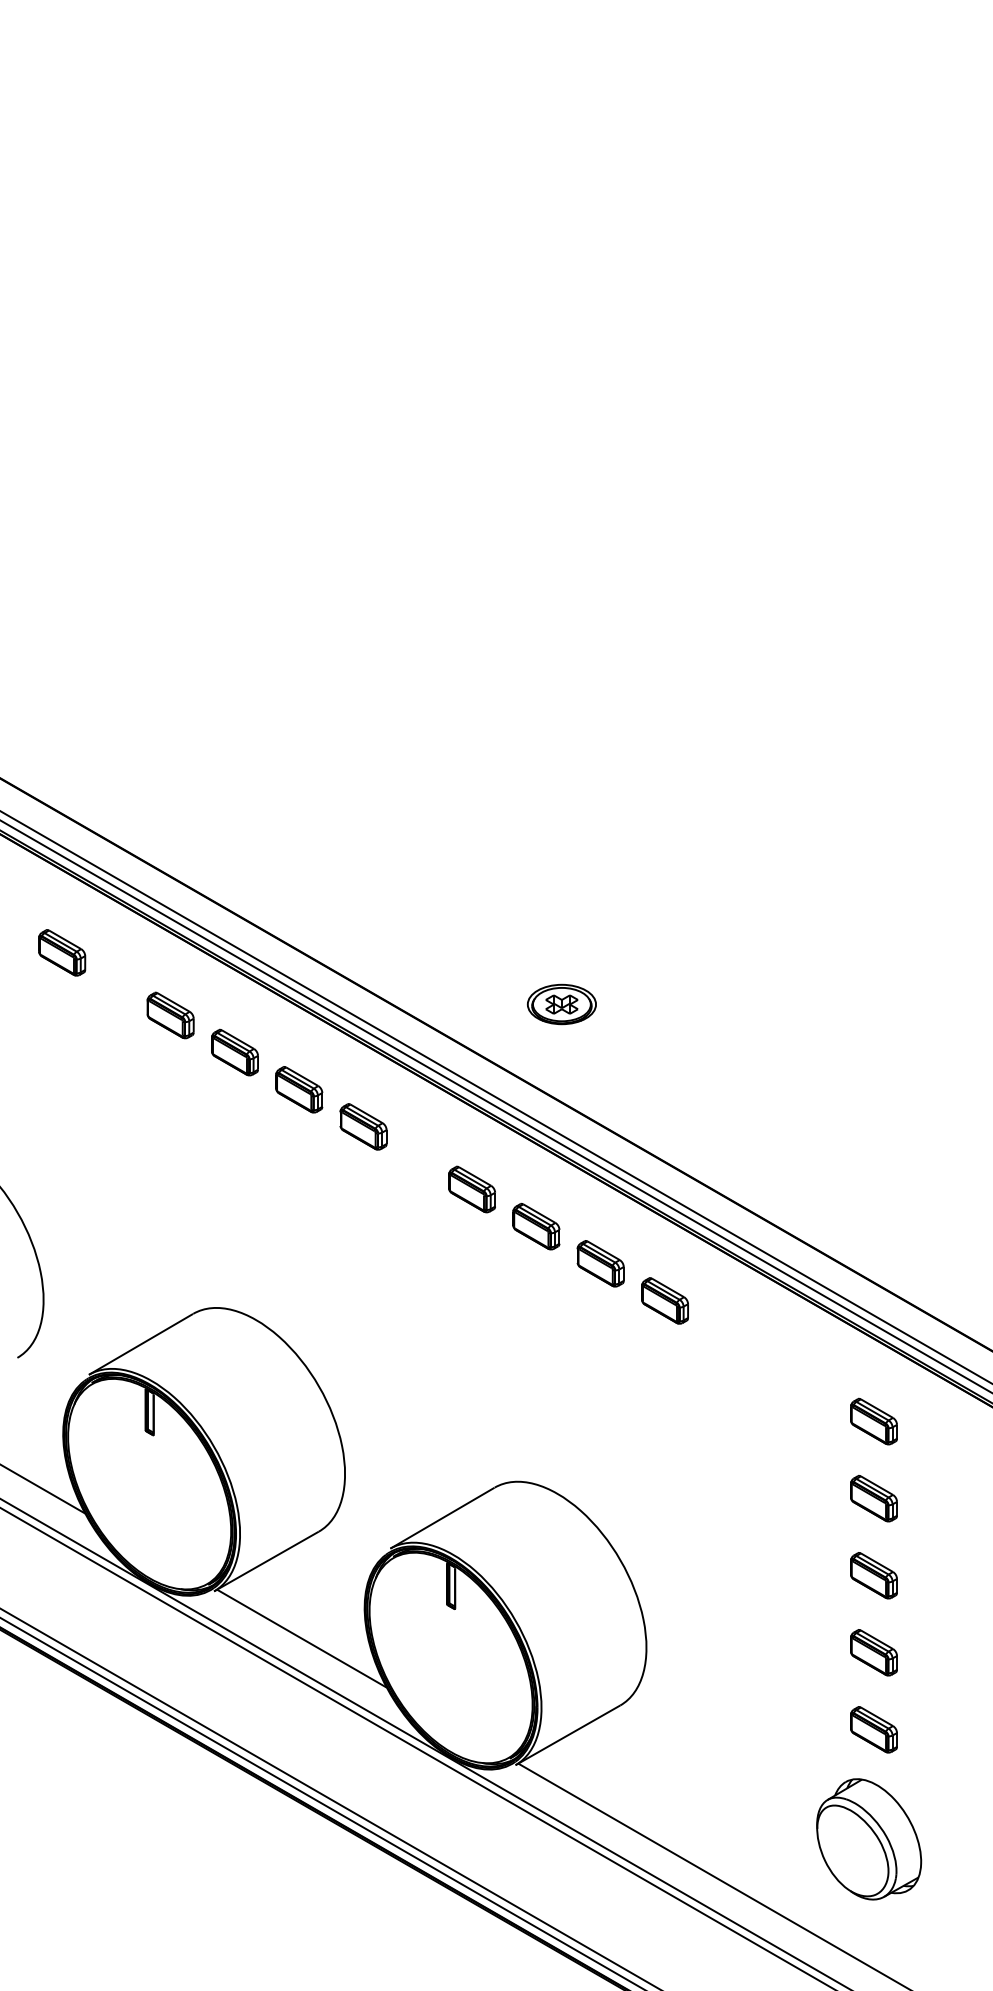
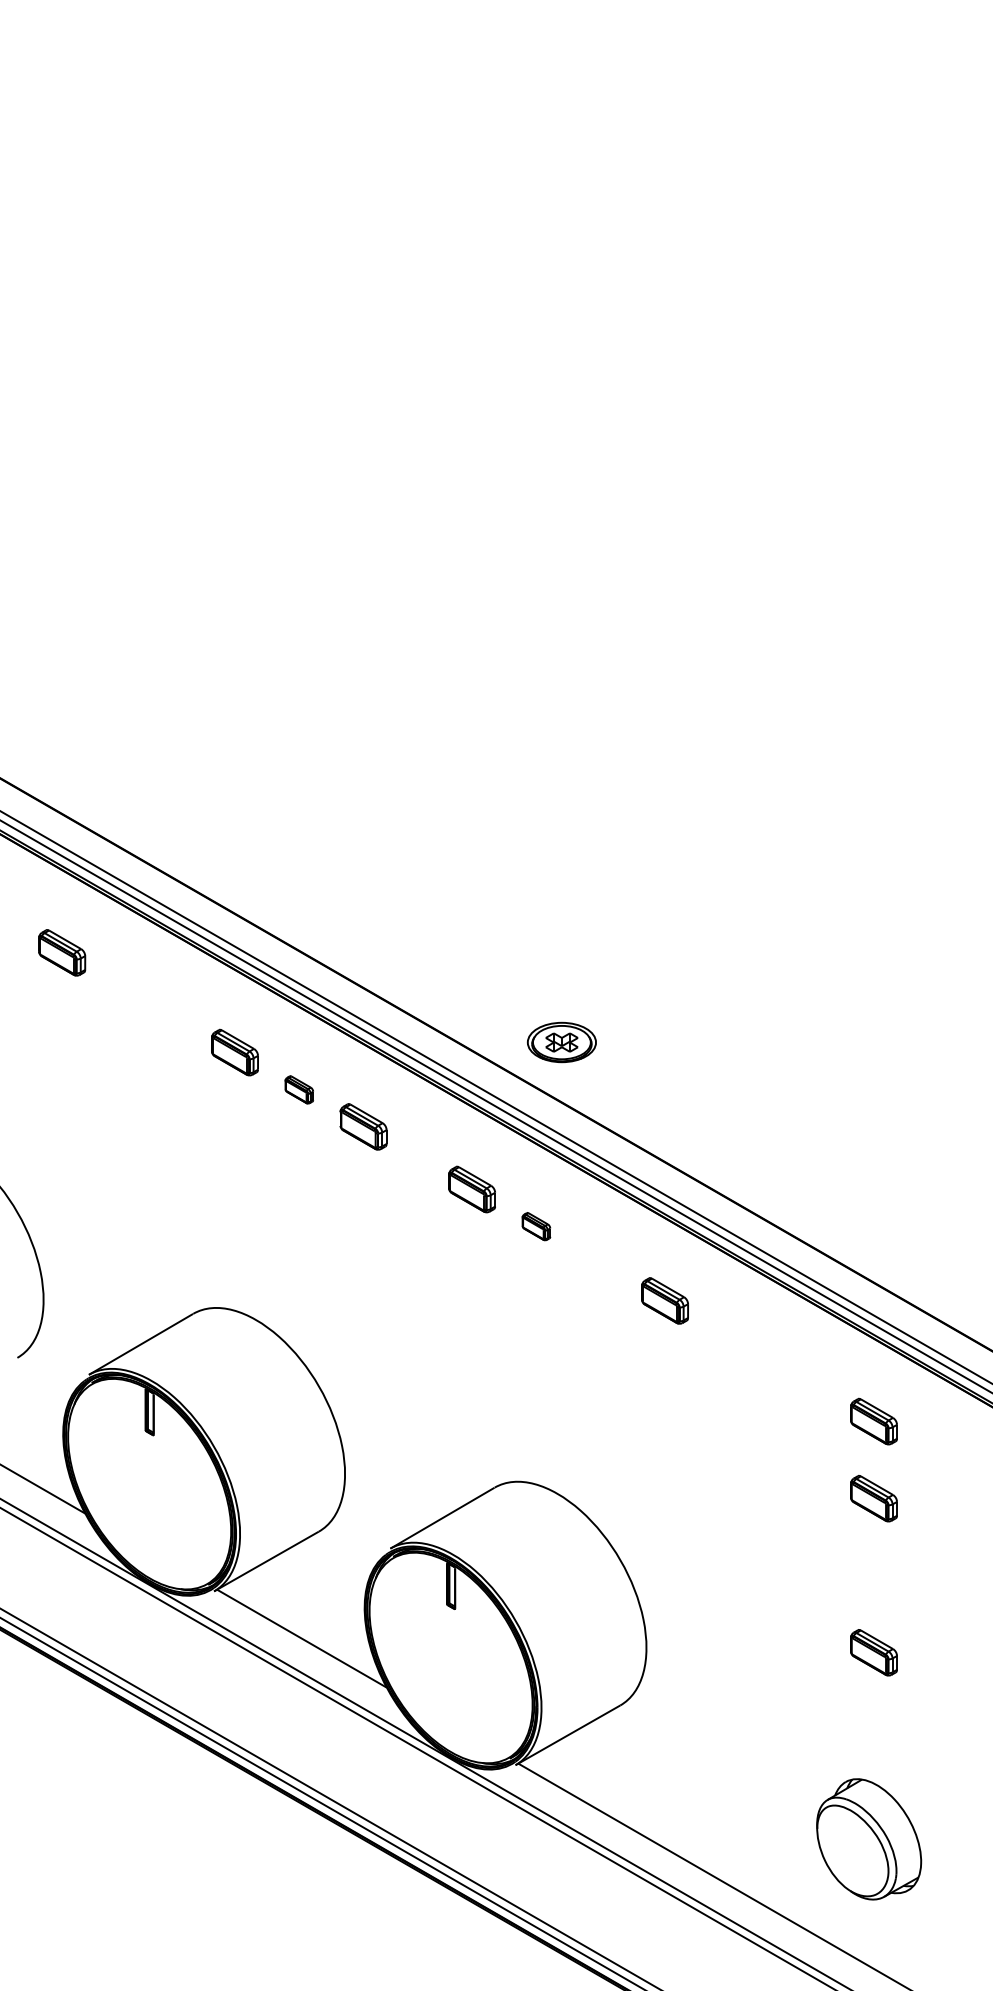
part at (561, 1004) position: (561, 1004) -> (561, 1042)
part at (170, 1015): present -> none
part at (299, 1089) size: 49x48 px -> 30x30 px
part at (536, 1226) size: 49x49 px -> 31x30 px
part at (600, 1263): present -> none
part at (873, 1575): present -> none
part at (873, 1729): present -> none
